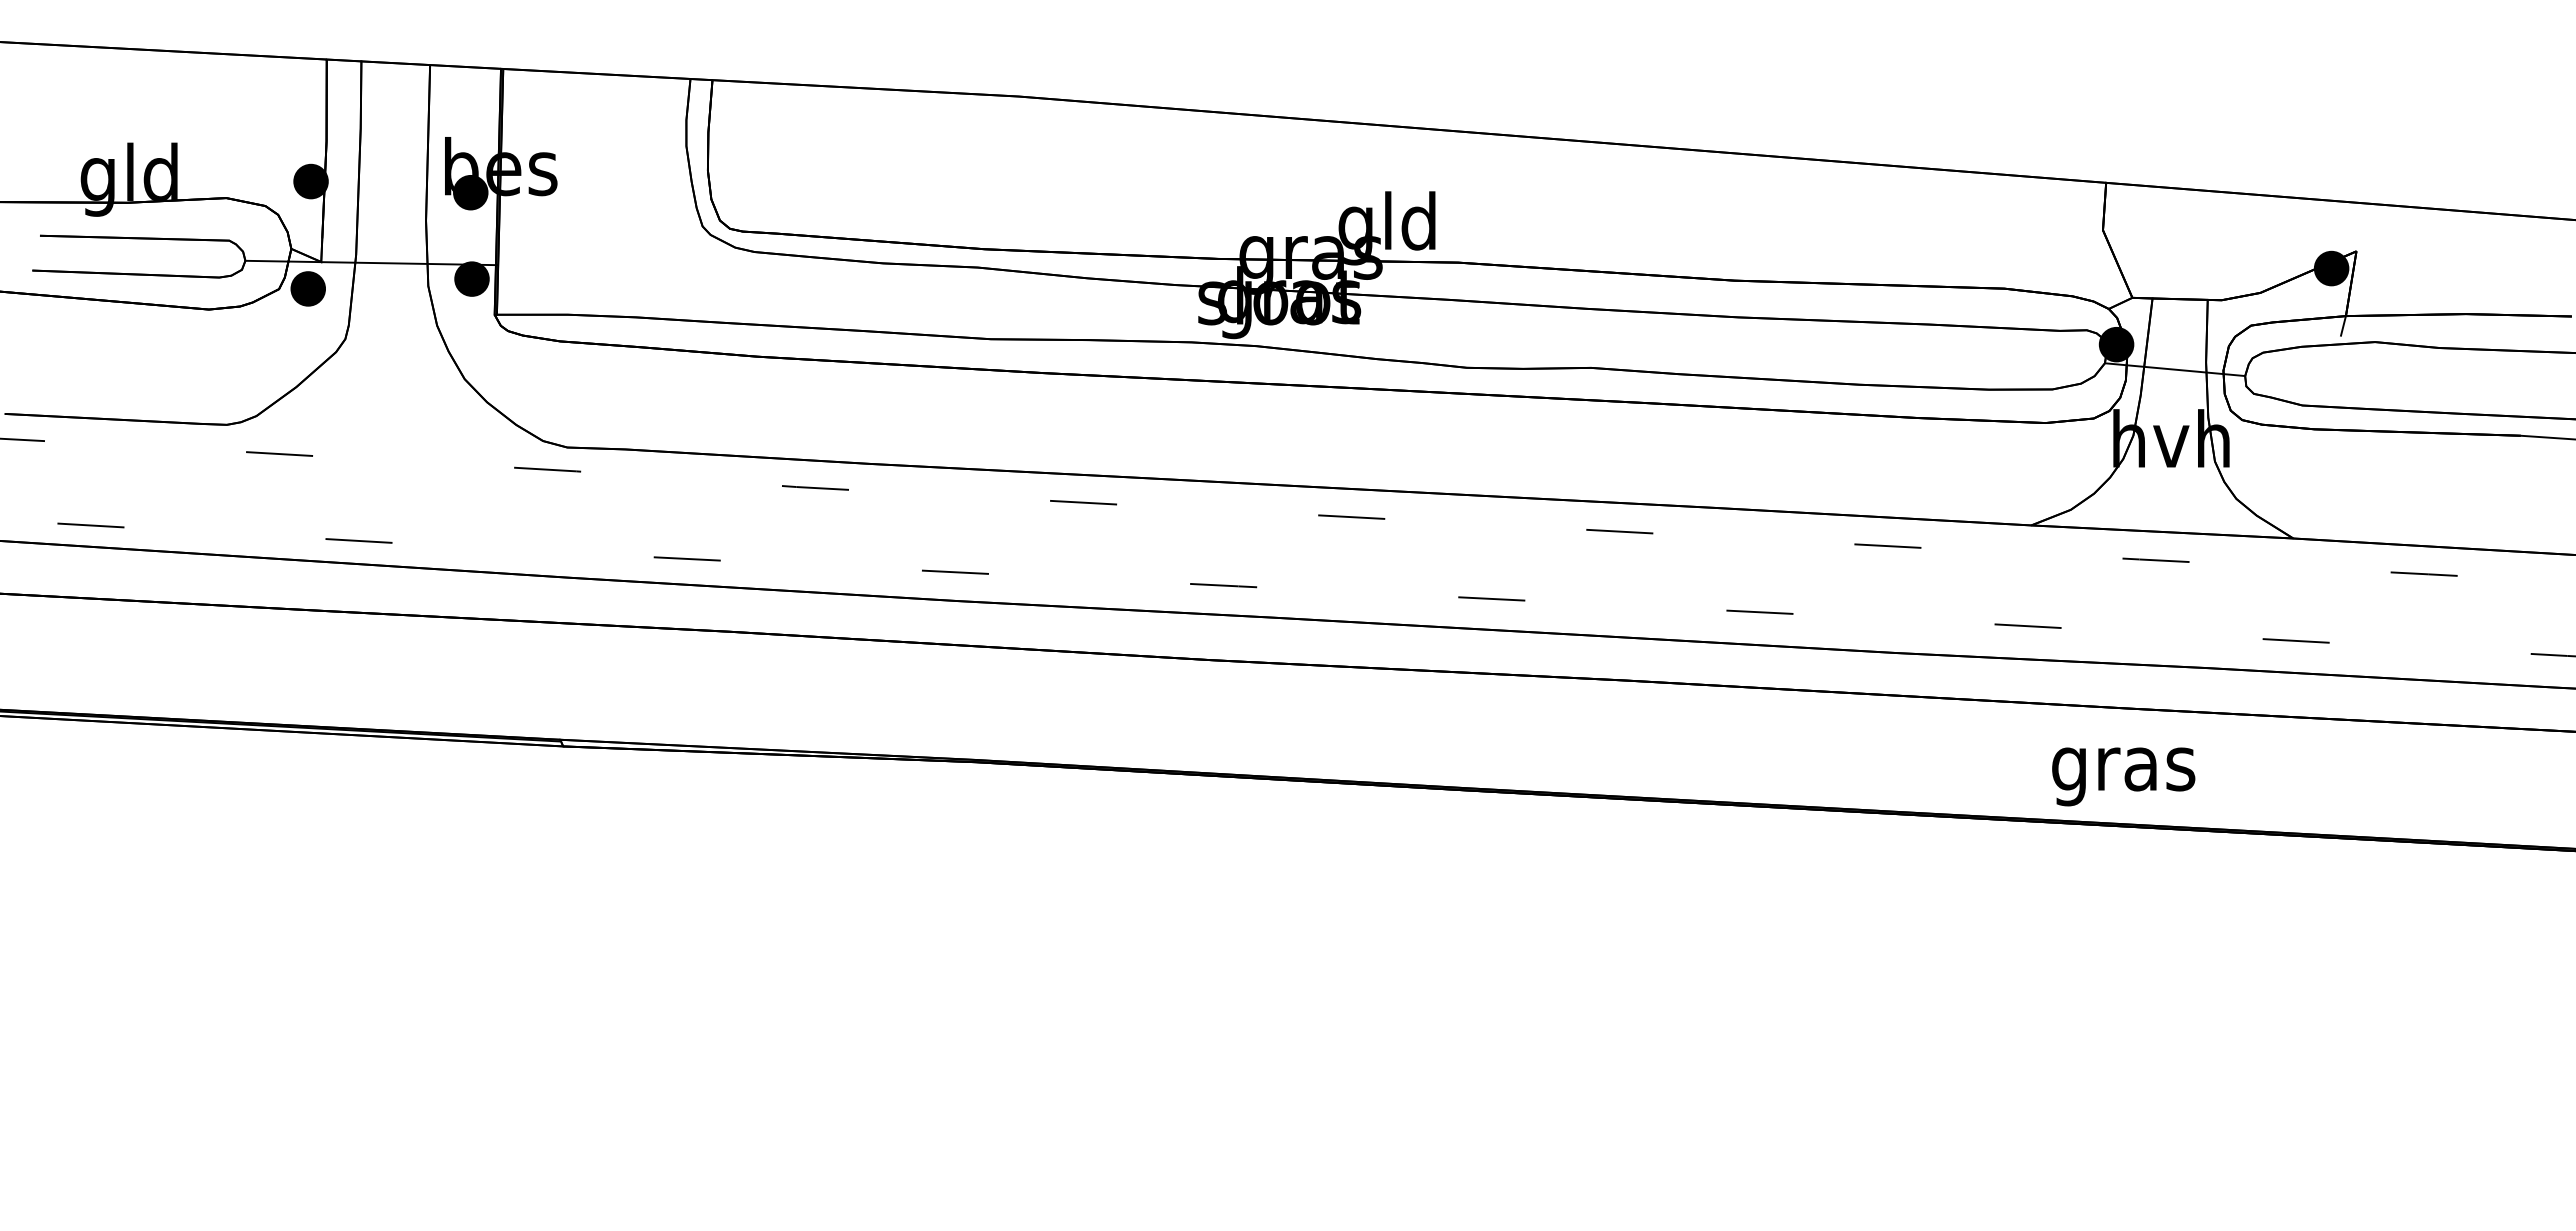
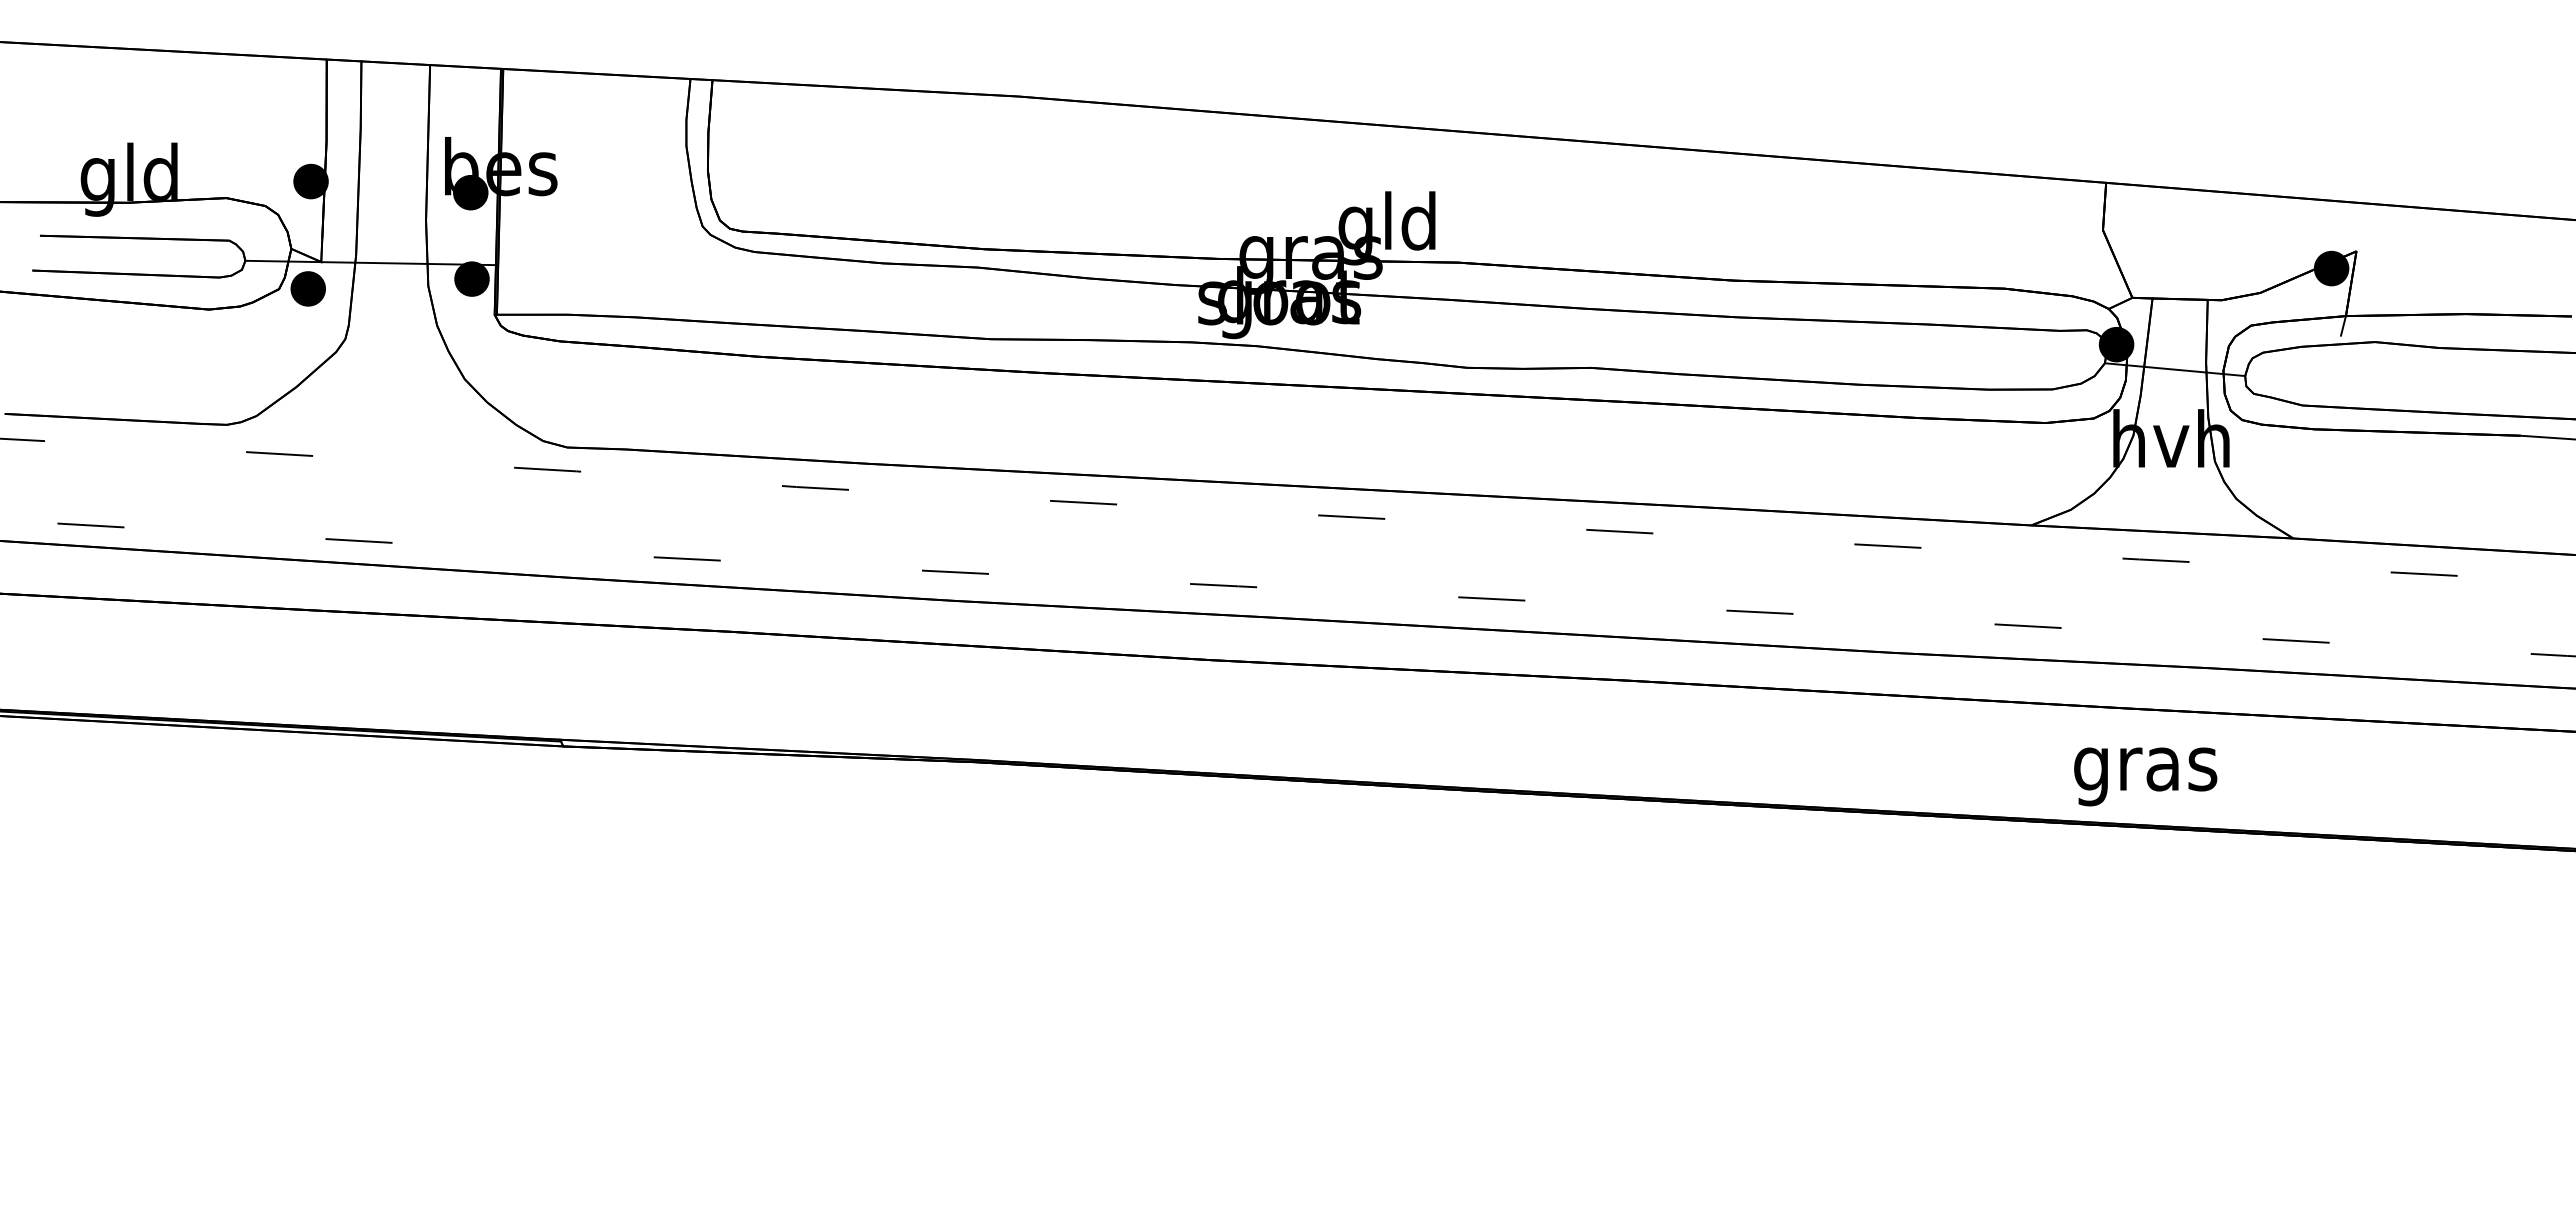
text at (2123, 776) position: (2123, 776) -> (2145, 776)
